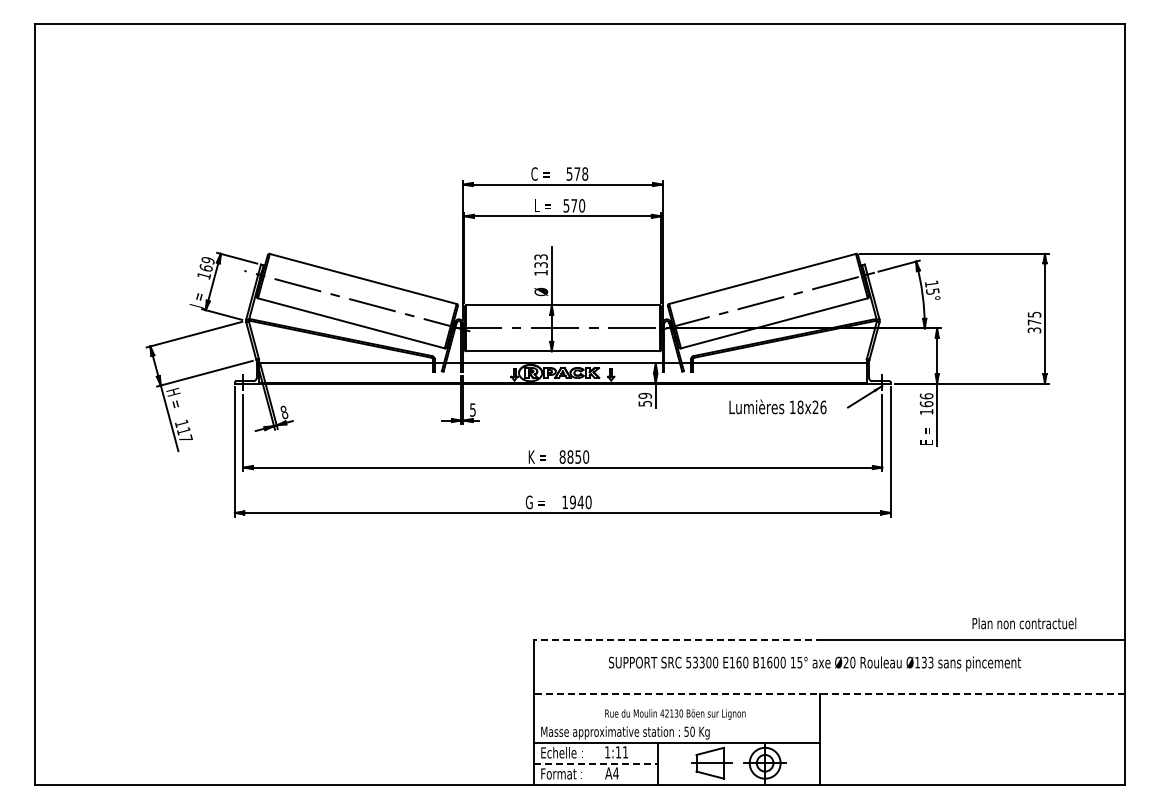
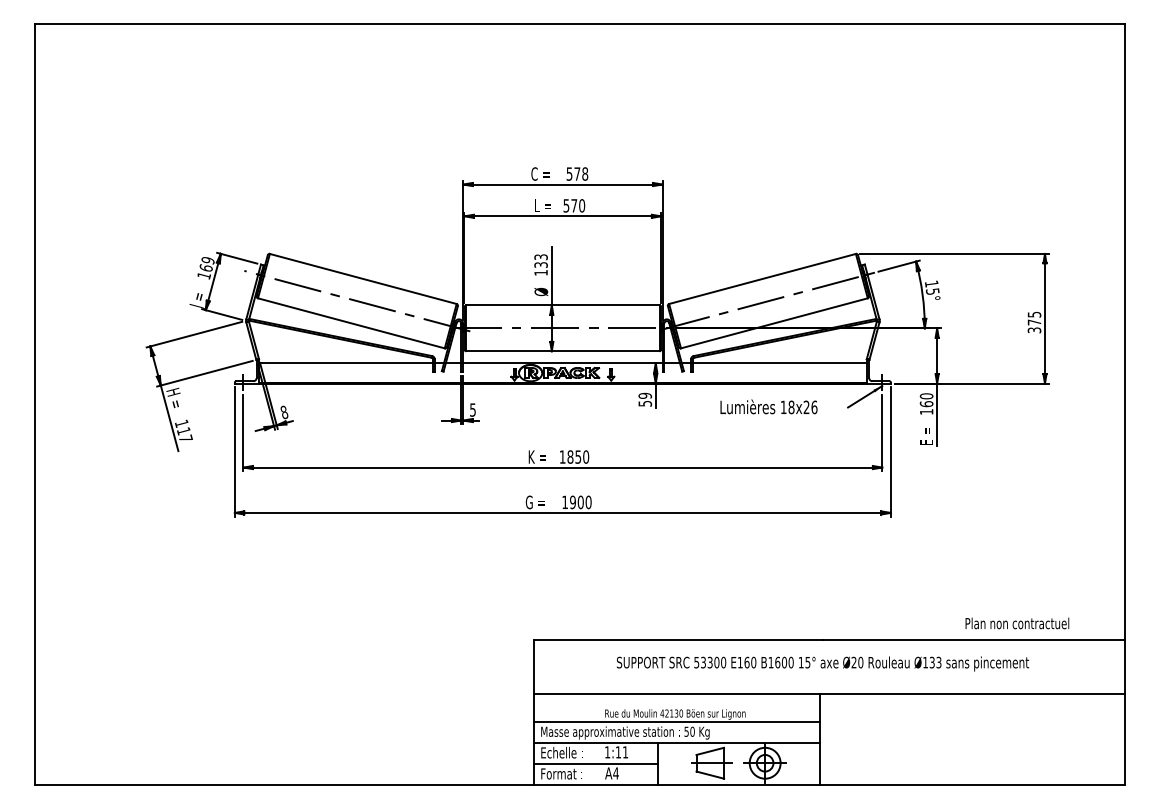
text at (926, 396): 166 -> 160
text at (777, 406) position: (777, 406) -> (768, 406)
text at (562, 456): 8850 -> 1850
text at (580, 502): 1940 -> 1900
text at (1024, 623) position: (1024, 623) -> (1017, 623)
line at (678, 640): dashed -> solid
text at (815, 663) position: (815, 663) -> (823, 663)
line at (829, 694): dashed -> solid
line at (677, 721): none -> present
line at (596, 763): dashed -> solid
